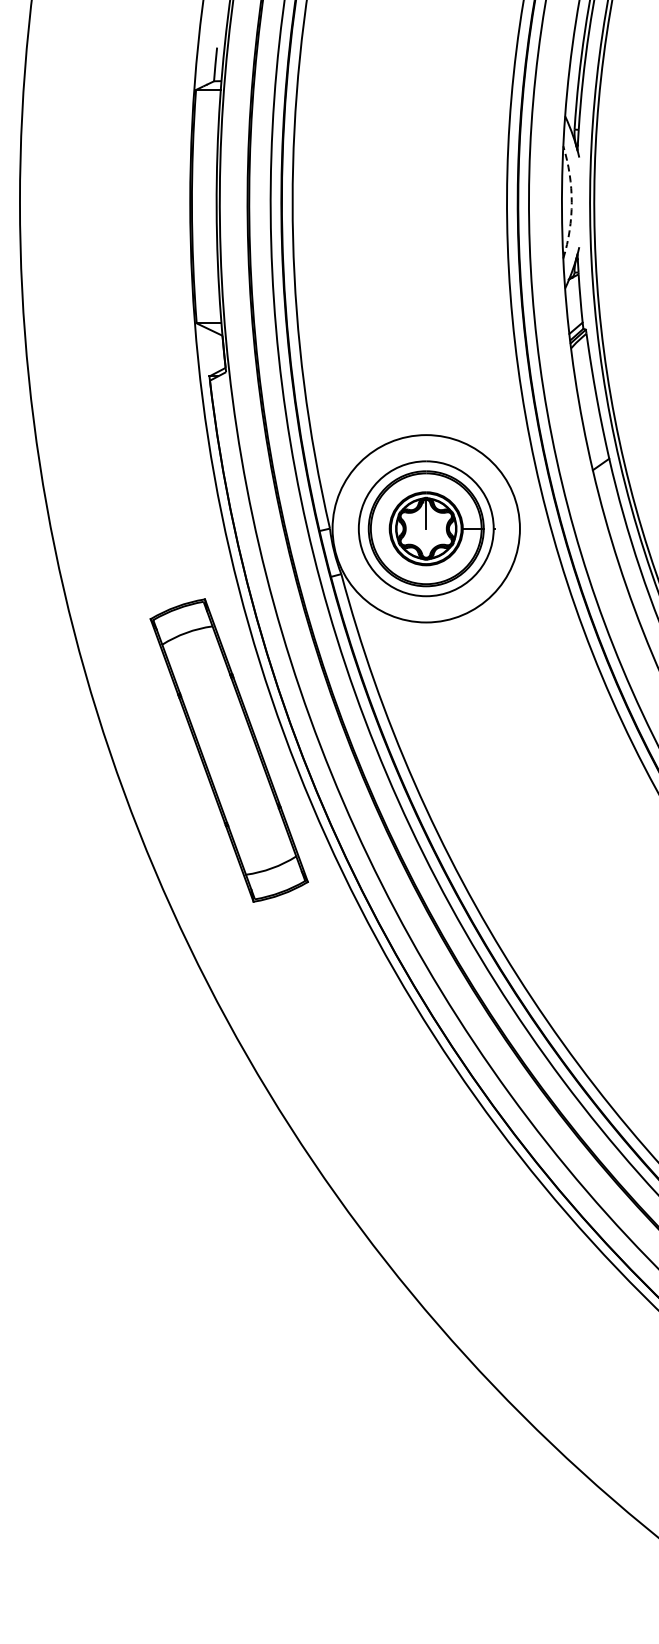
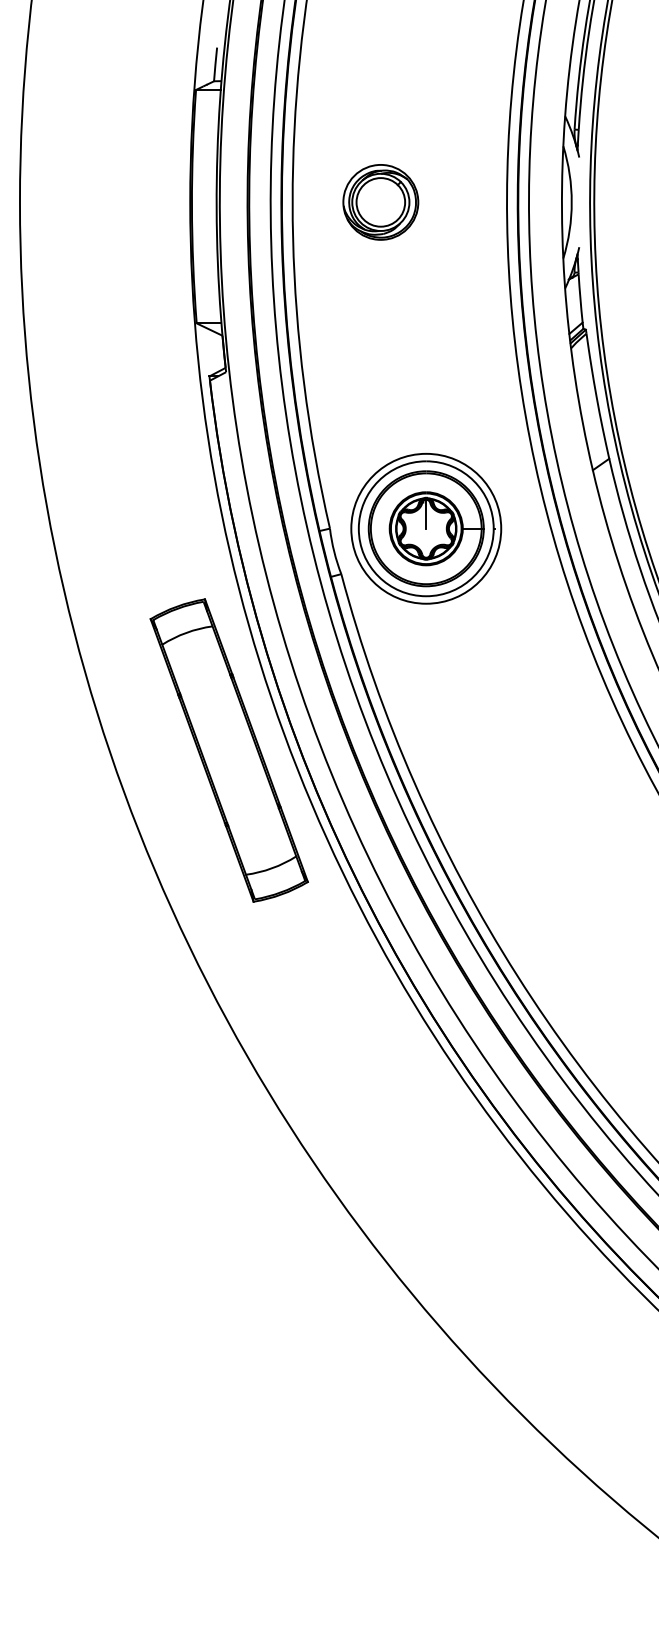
part at (380, 202): none -> present
arc at (571, 202): dashed -> solid
circle at (425, 528) diameter: 187 px -> 150 px
